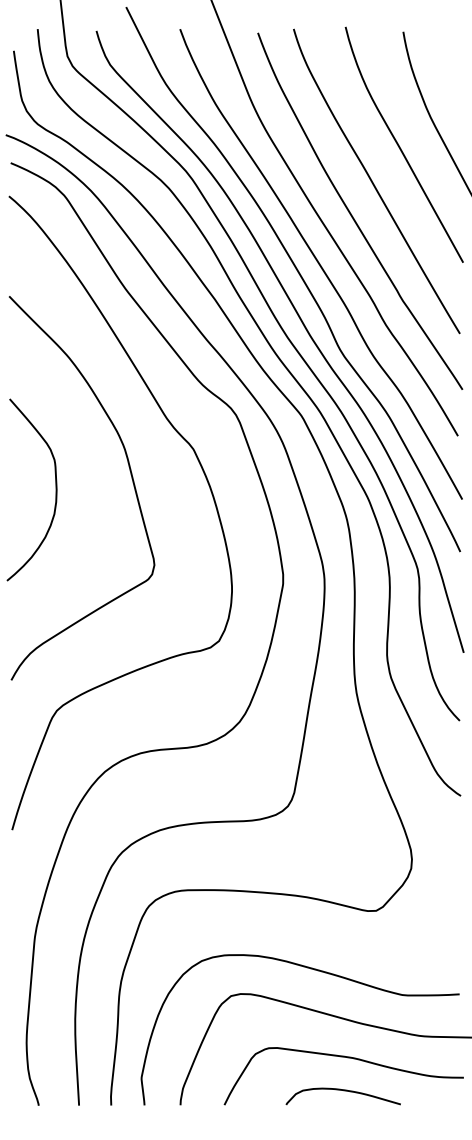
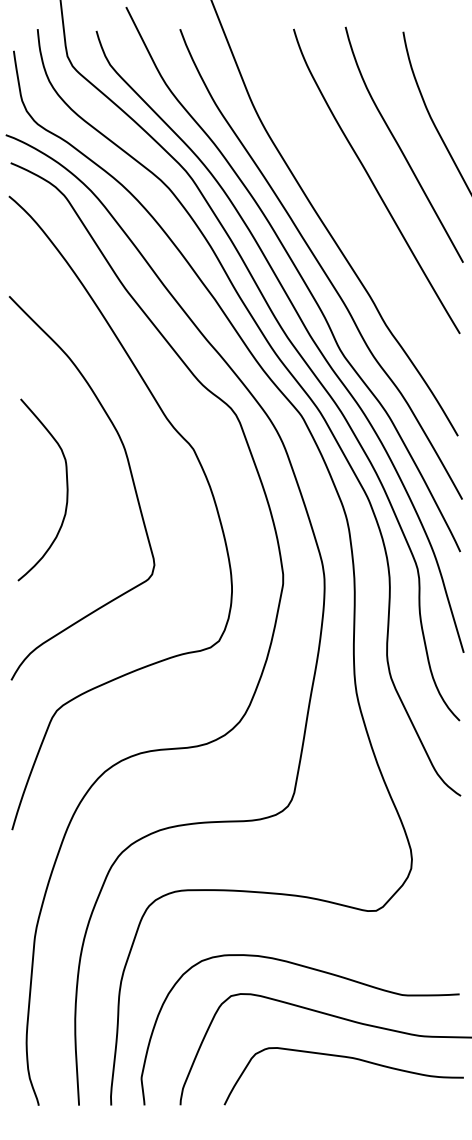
curve at (353, 216): present -> none
curve at (55, 489) position: (55, 489) -> (66, 489)
curve at (343, 1091): present -> none
